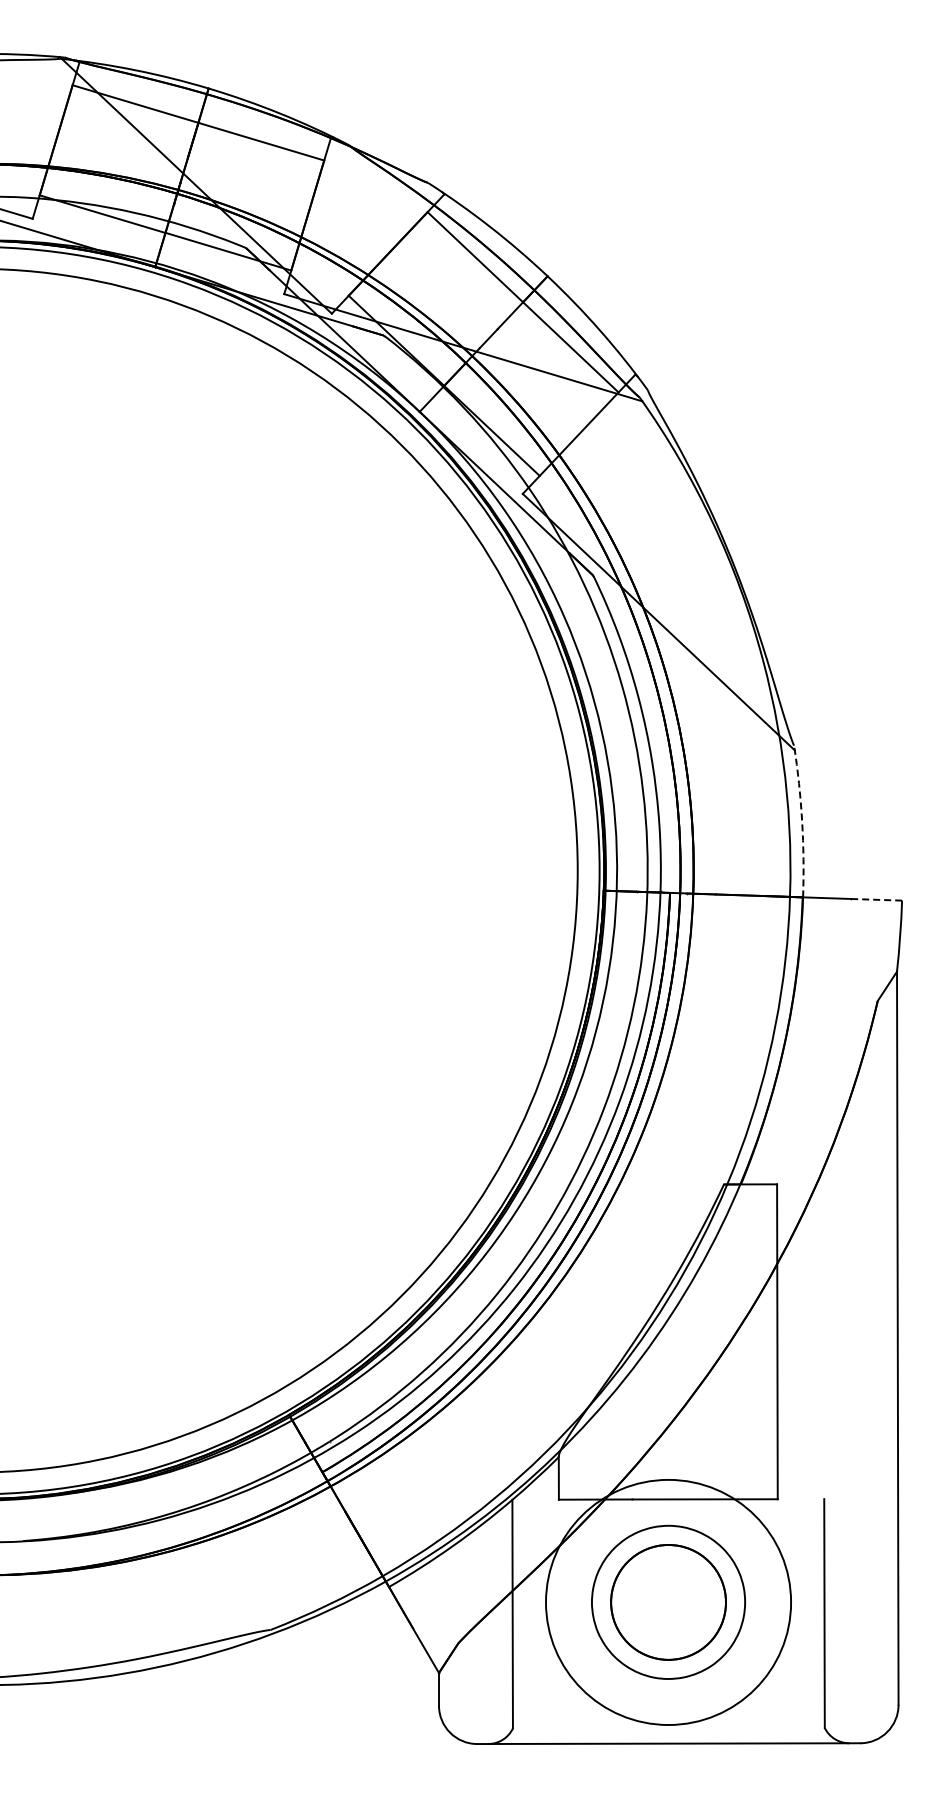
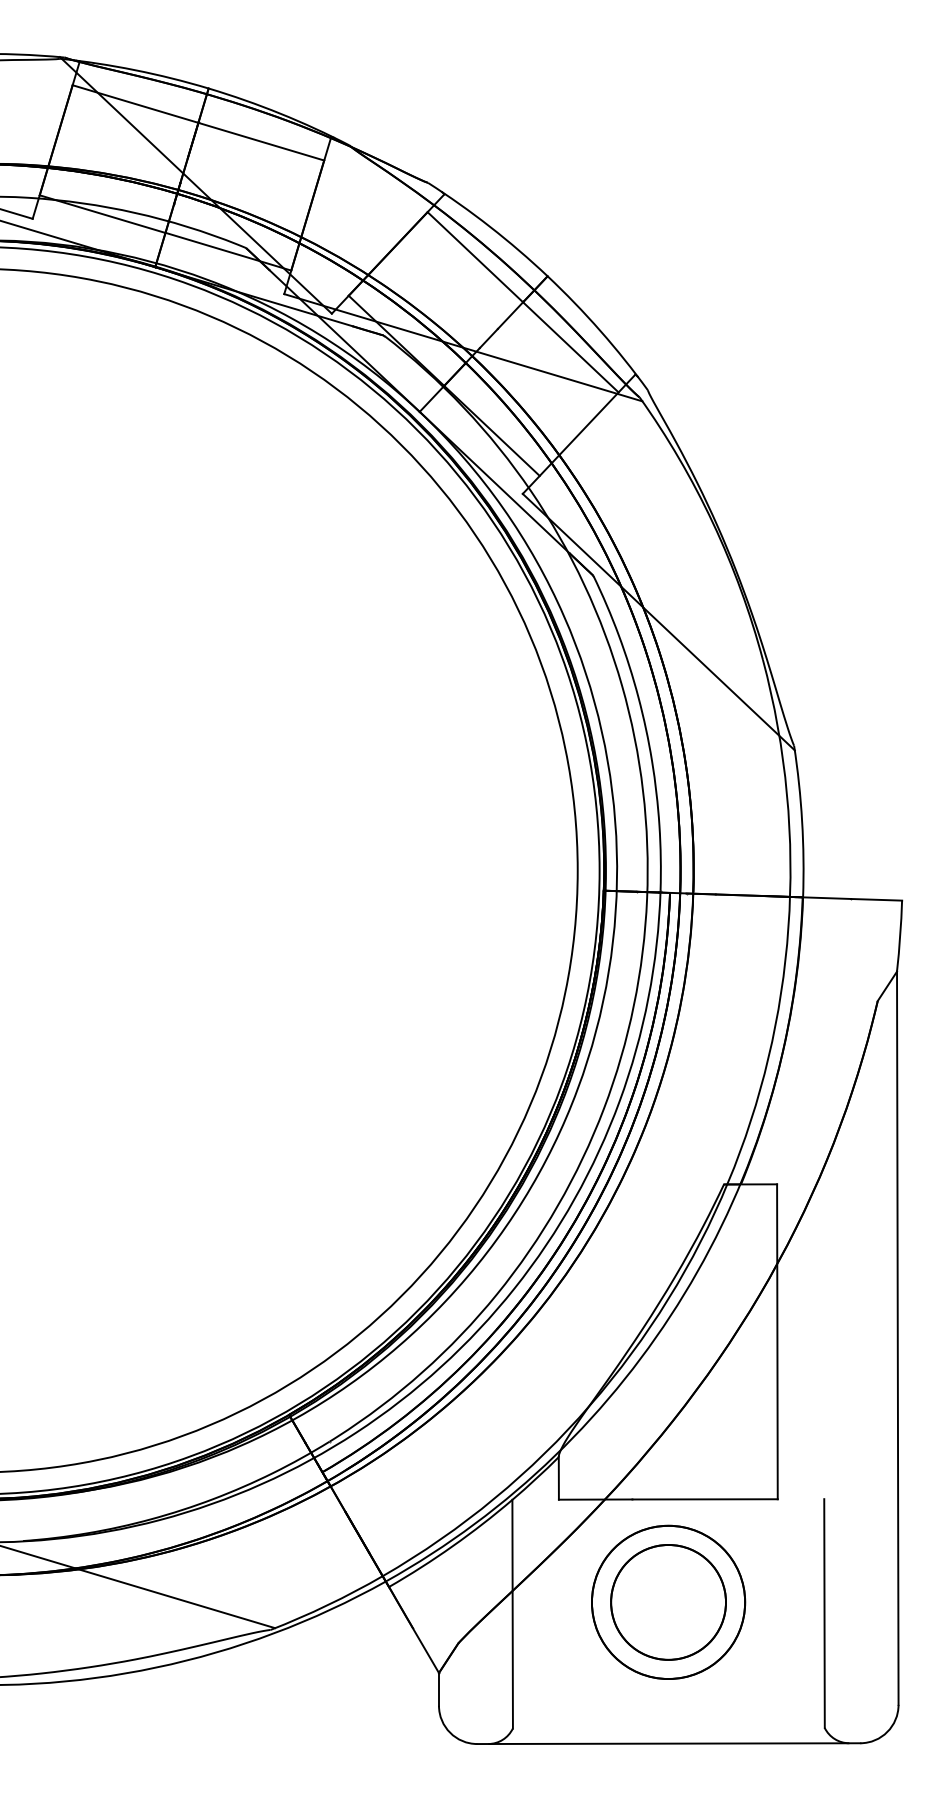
arc at (802, 821): dashed -> solid
line at (876, 899): dashed -> solid
line at (138, 1587): none -> present
circle at (668, 1601) diameter: 245 px -> 153 px
